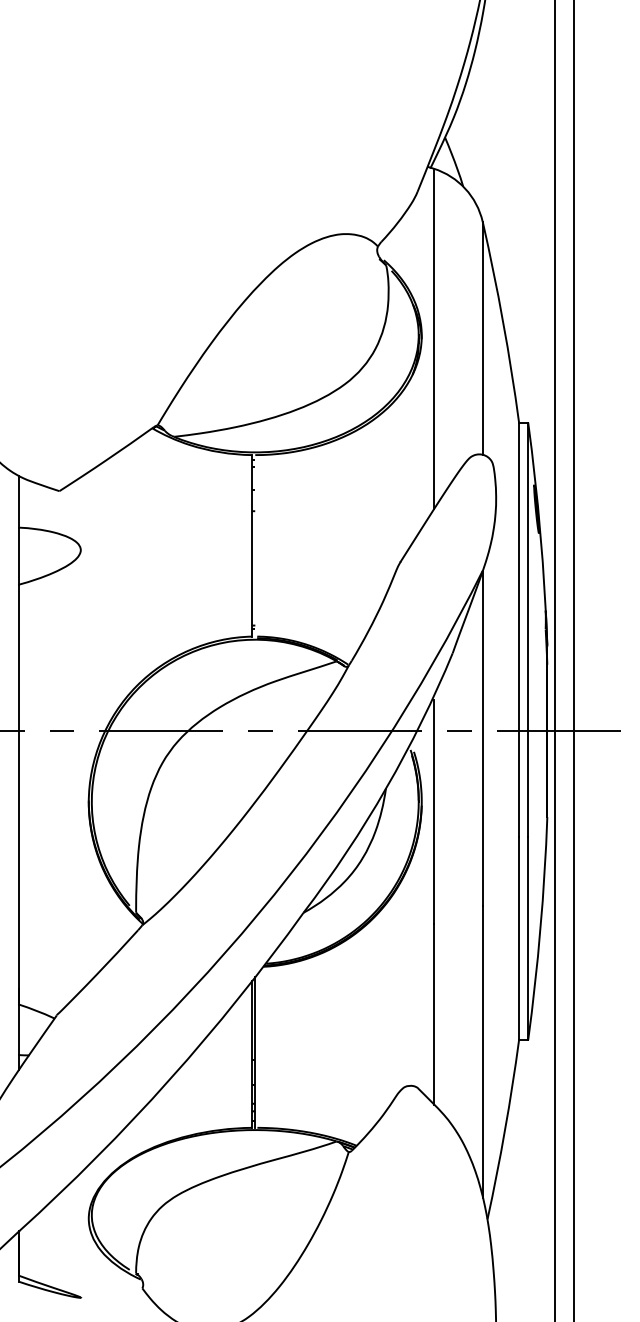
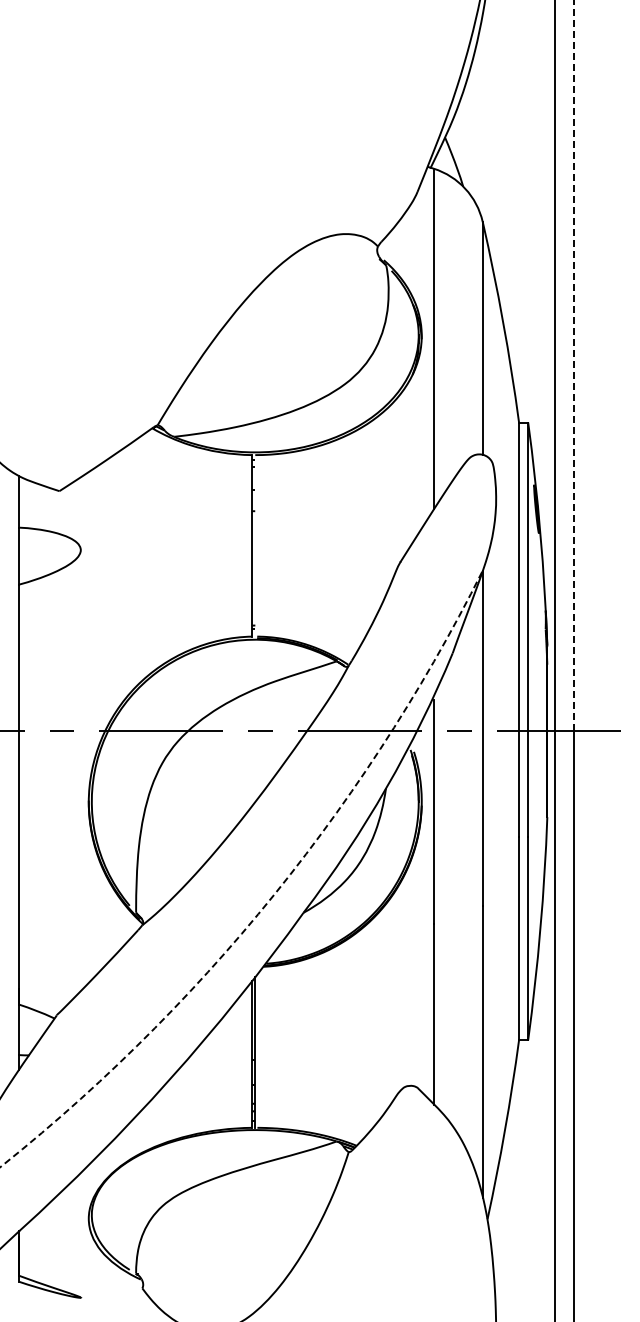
line at (573, 365): solid -> dashed
arc at (273, 895): solid -> dashed
